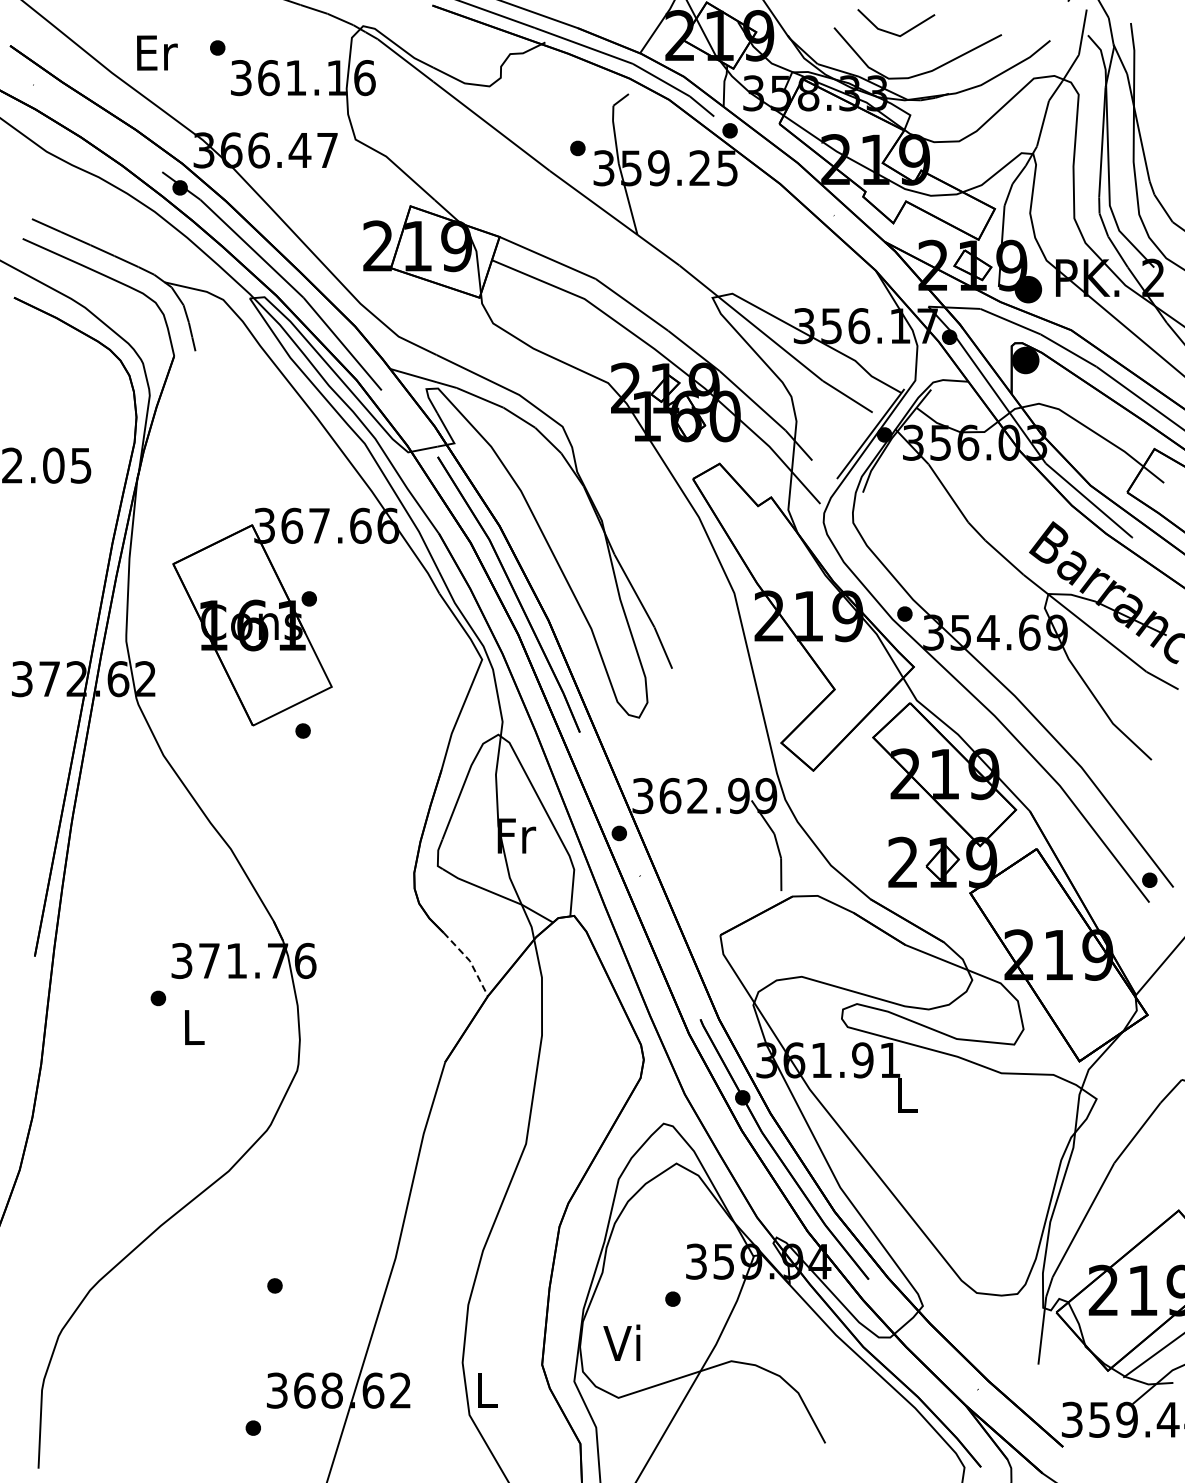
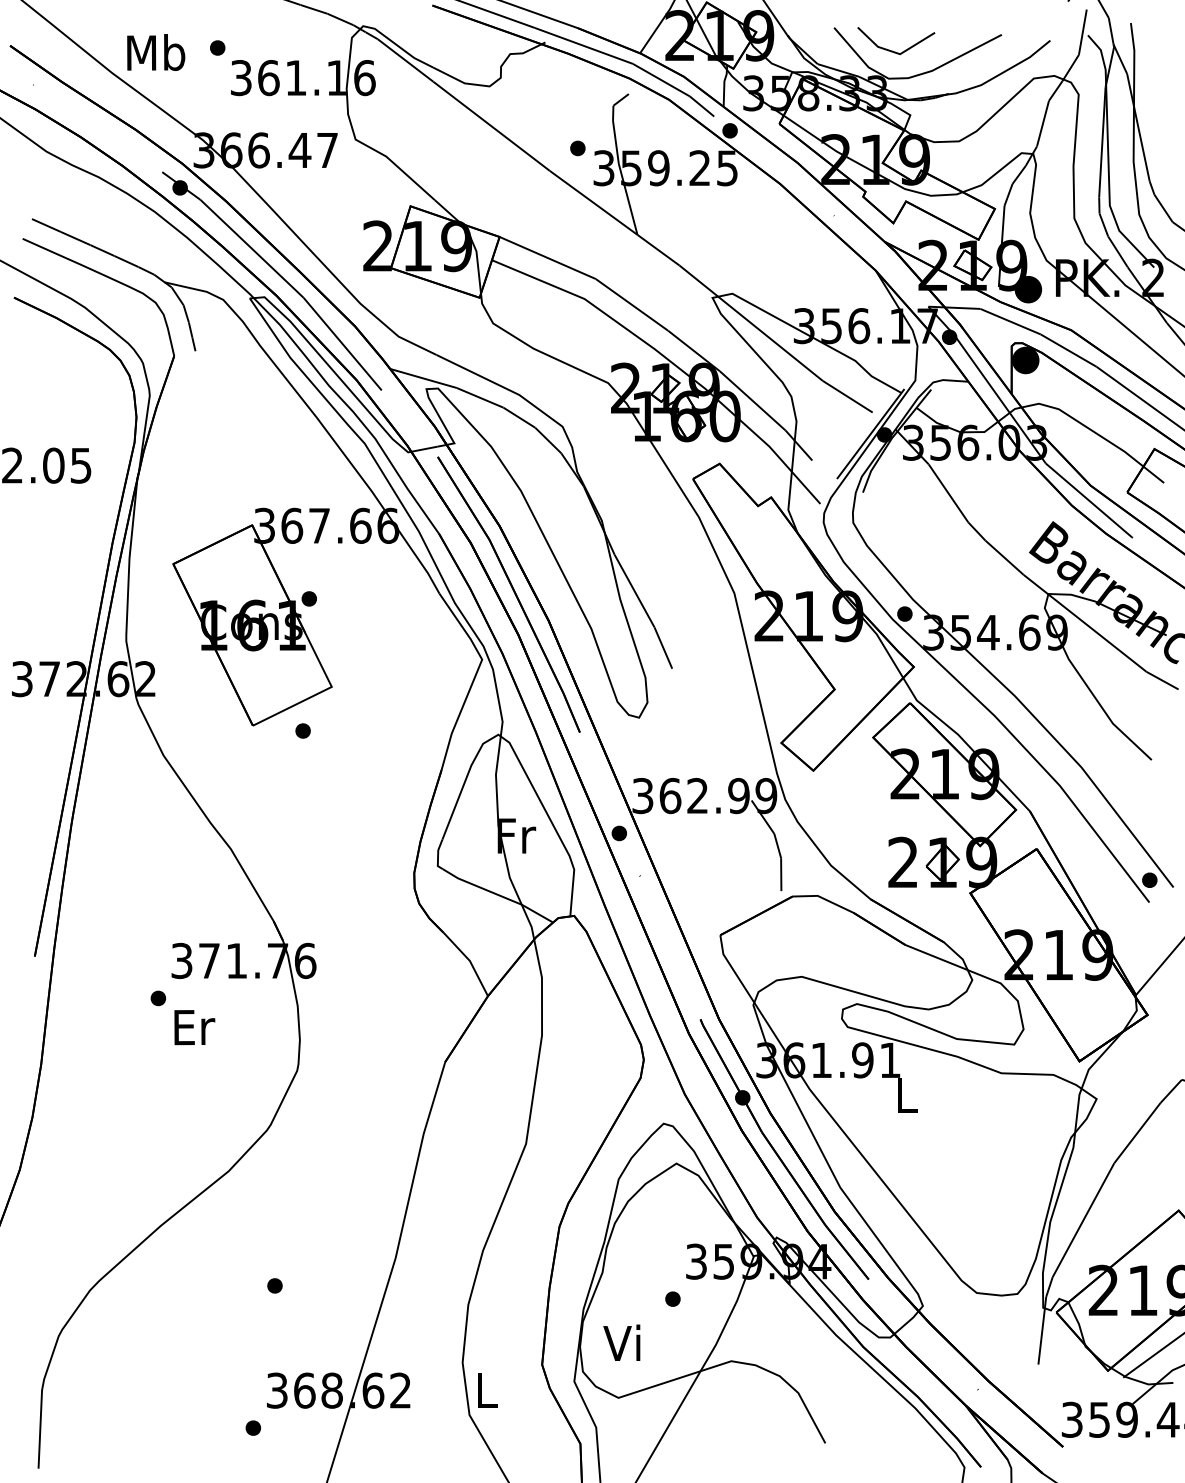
line at (892, 32) position: (892, 32) -> (892, 50)
text at (156, 52): Er -> Mb
line at (469, 960): dashed -> solid
text at (194, 1027): L -> Er
